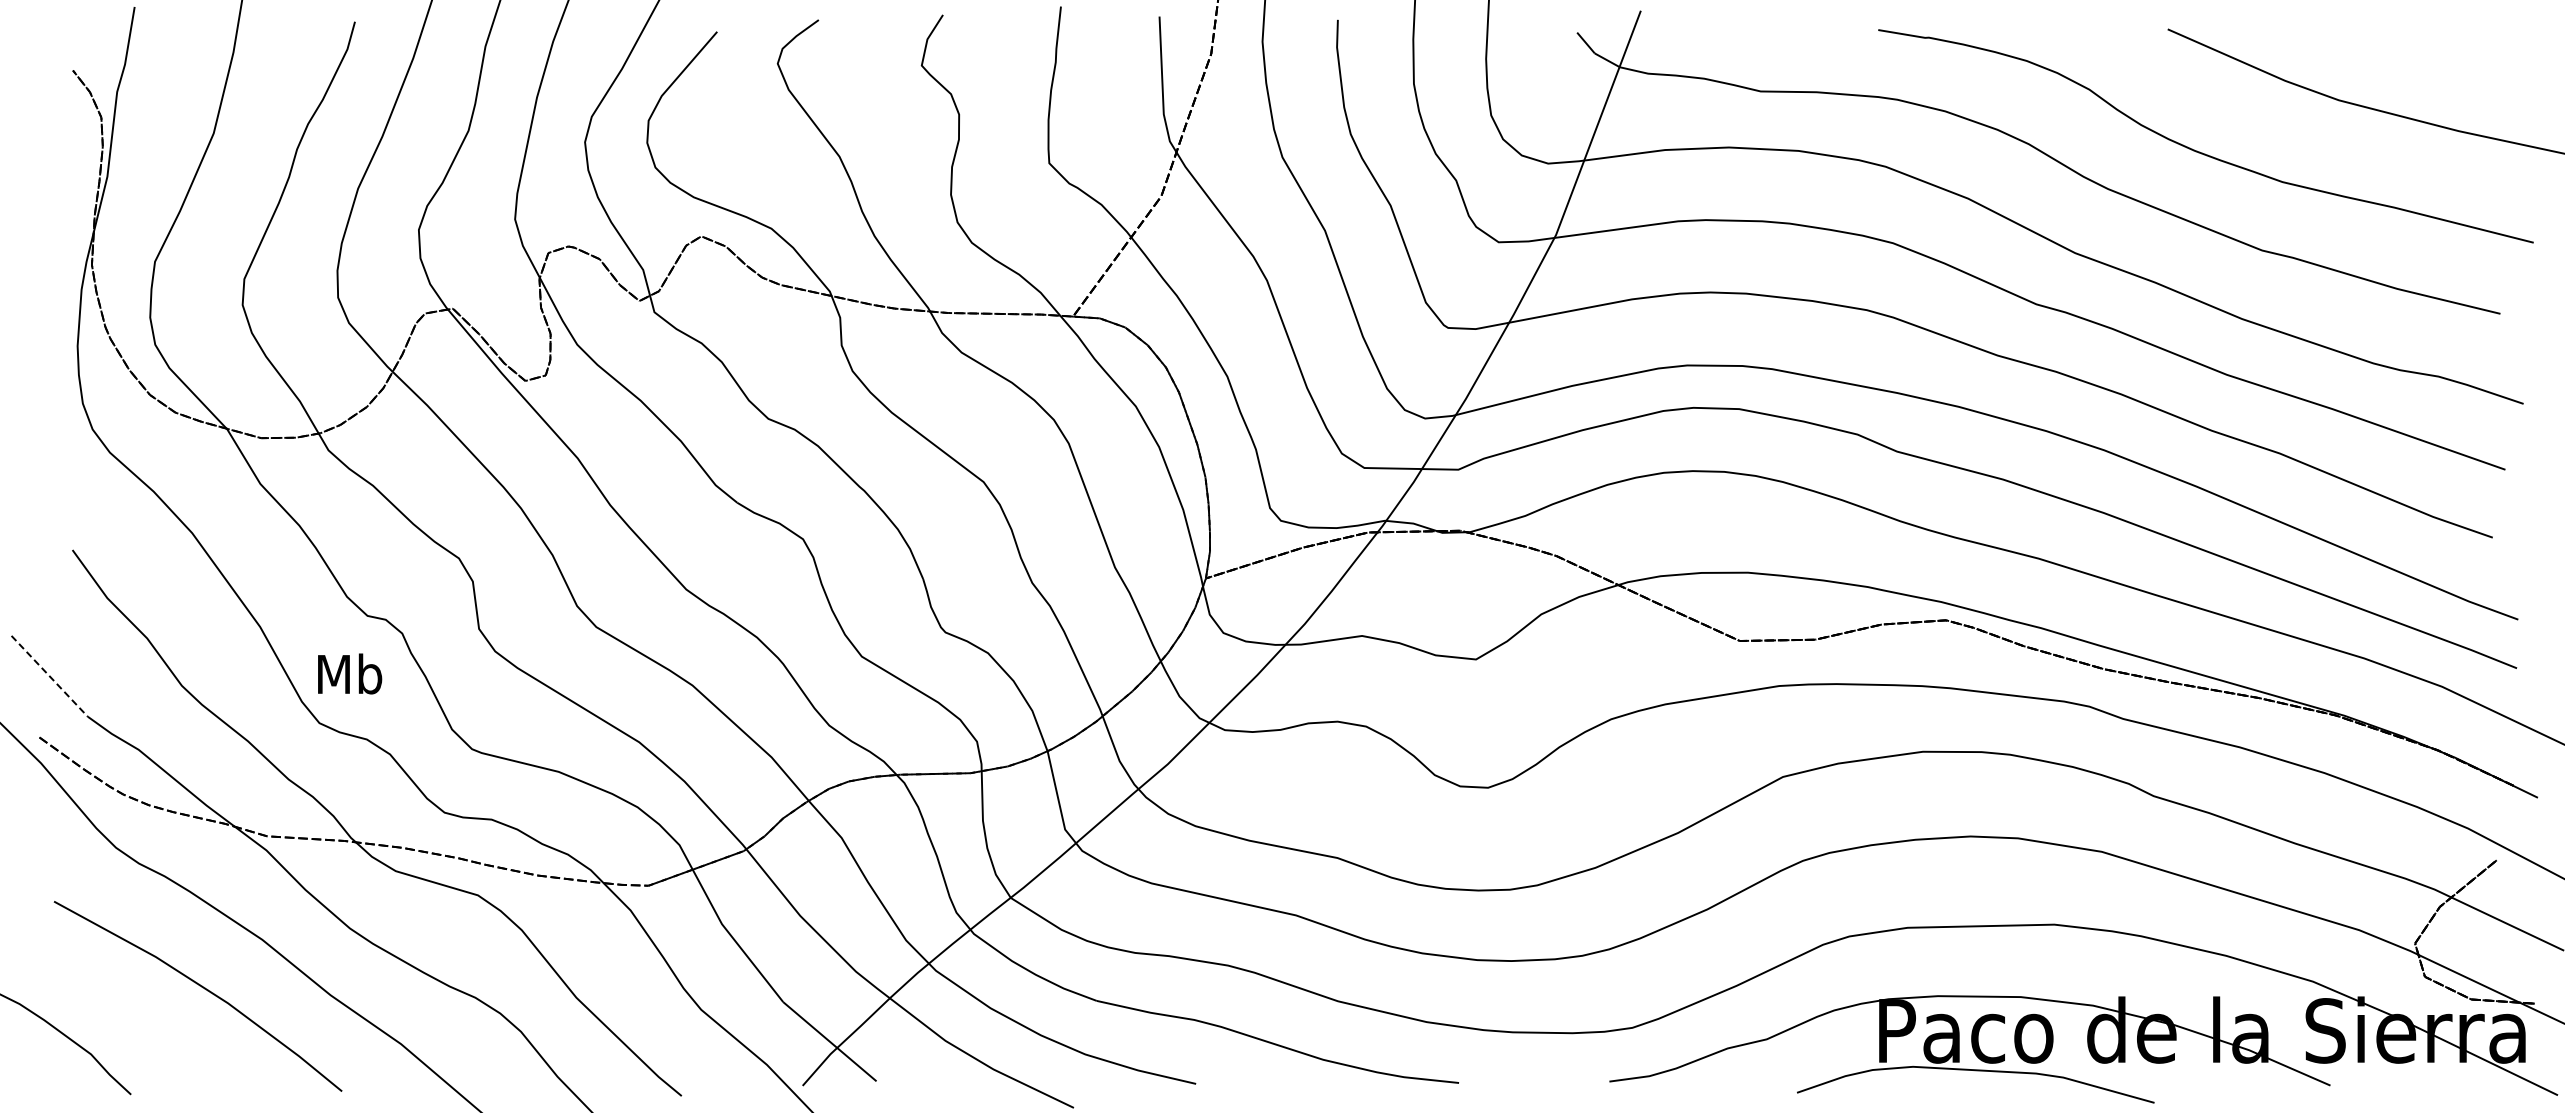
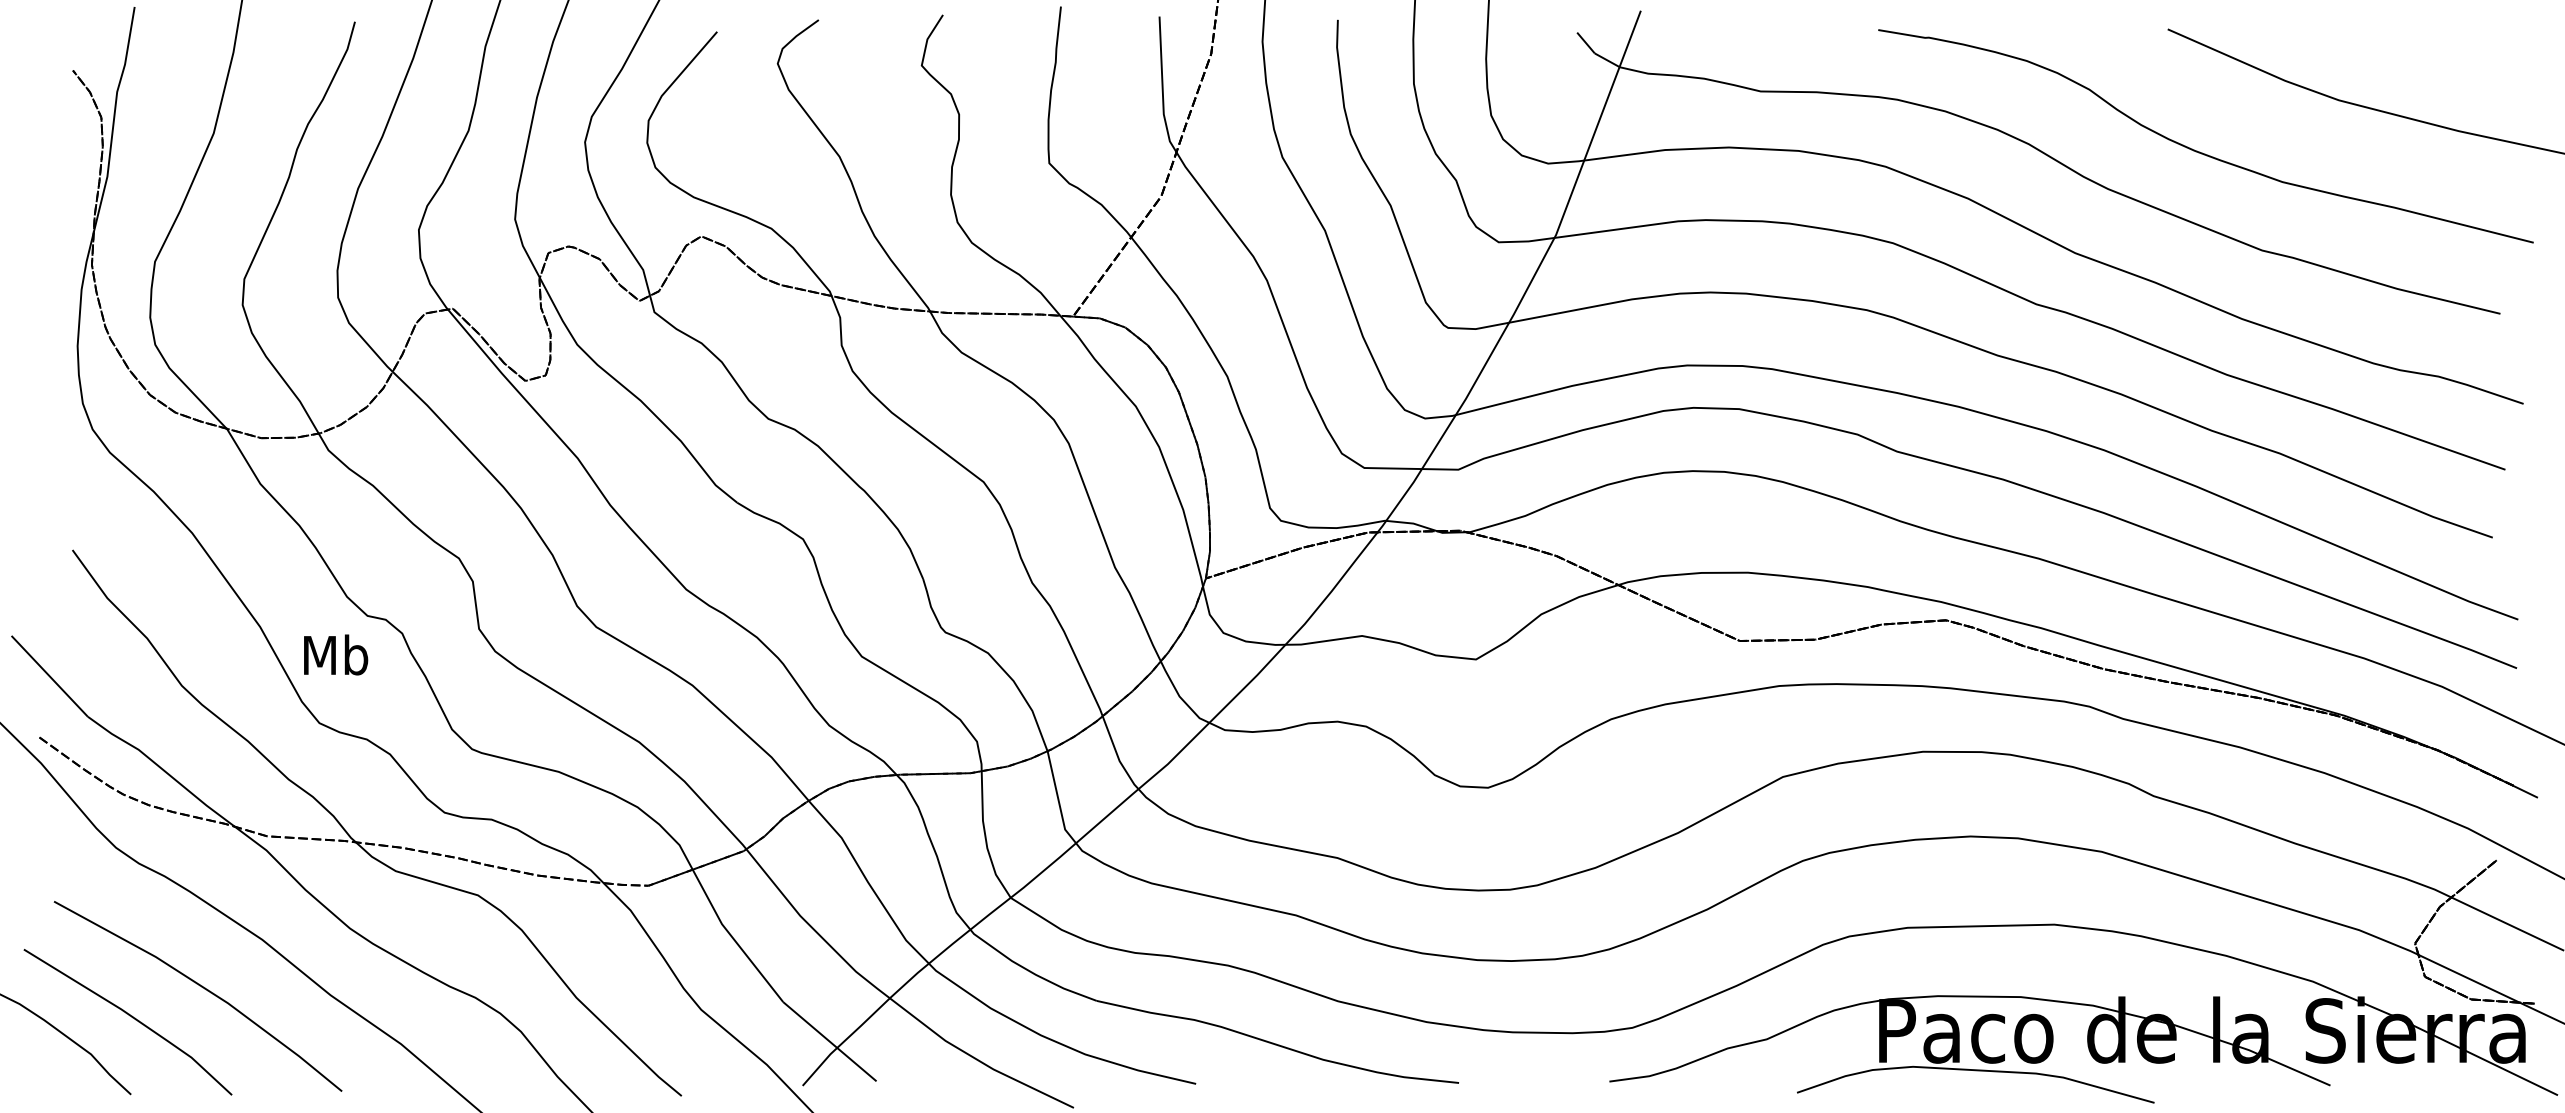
text at (350, 673) position: (350, 673) -> (336, 654)
line at (49, 676): dashed -> solid
line at (129, 1016): none -> present
